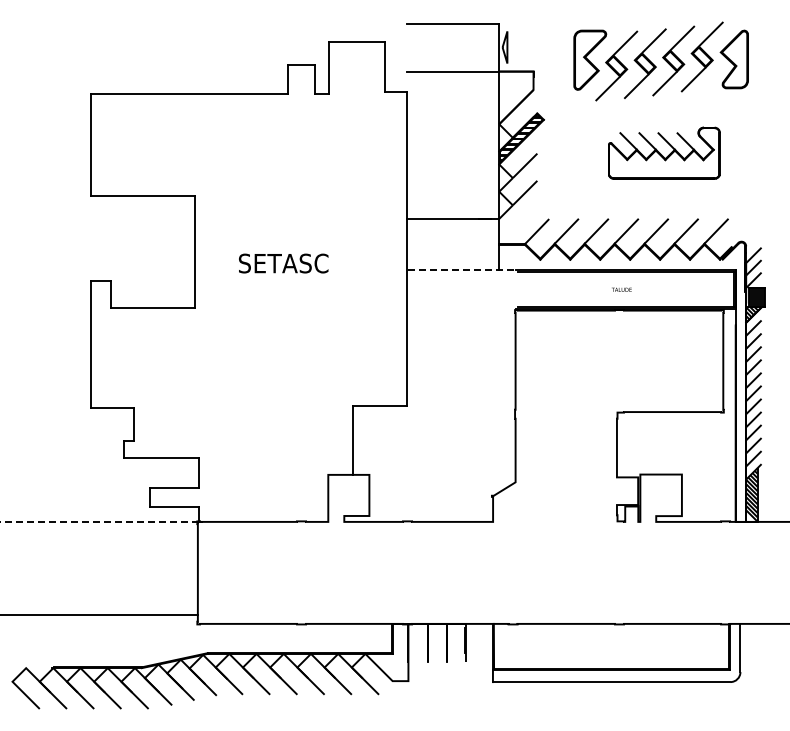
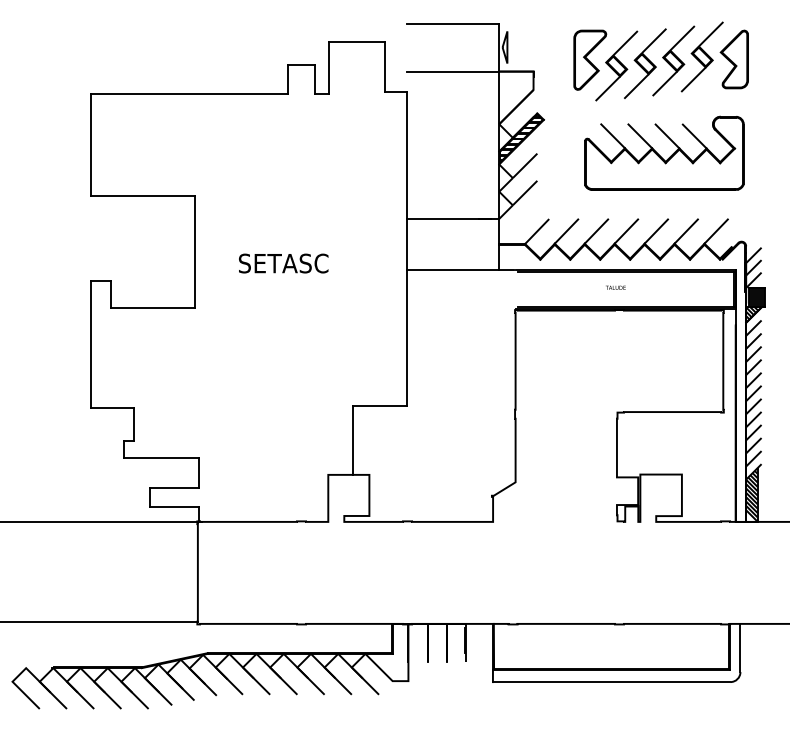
part at (664, 152) size: 113x54 px -> 161x76 px
line at (459, 270): dashed -> solid
text at (621, 289) position: (621, 289) -> (615, 287)
line at (99, 521): dashed -> solid
line at (99, 614) position: (99, 614) -> (99, 621)
